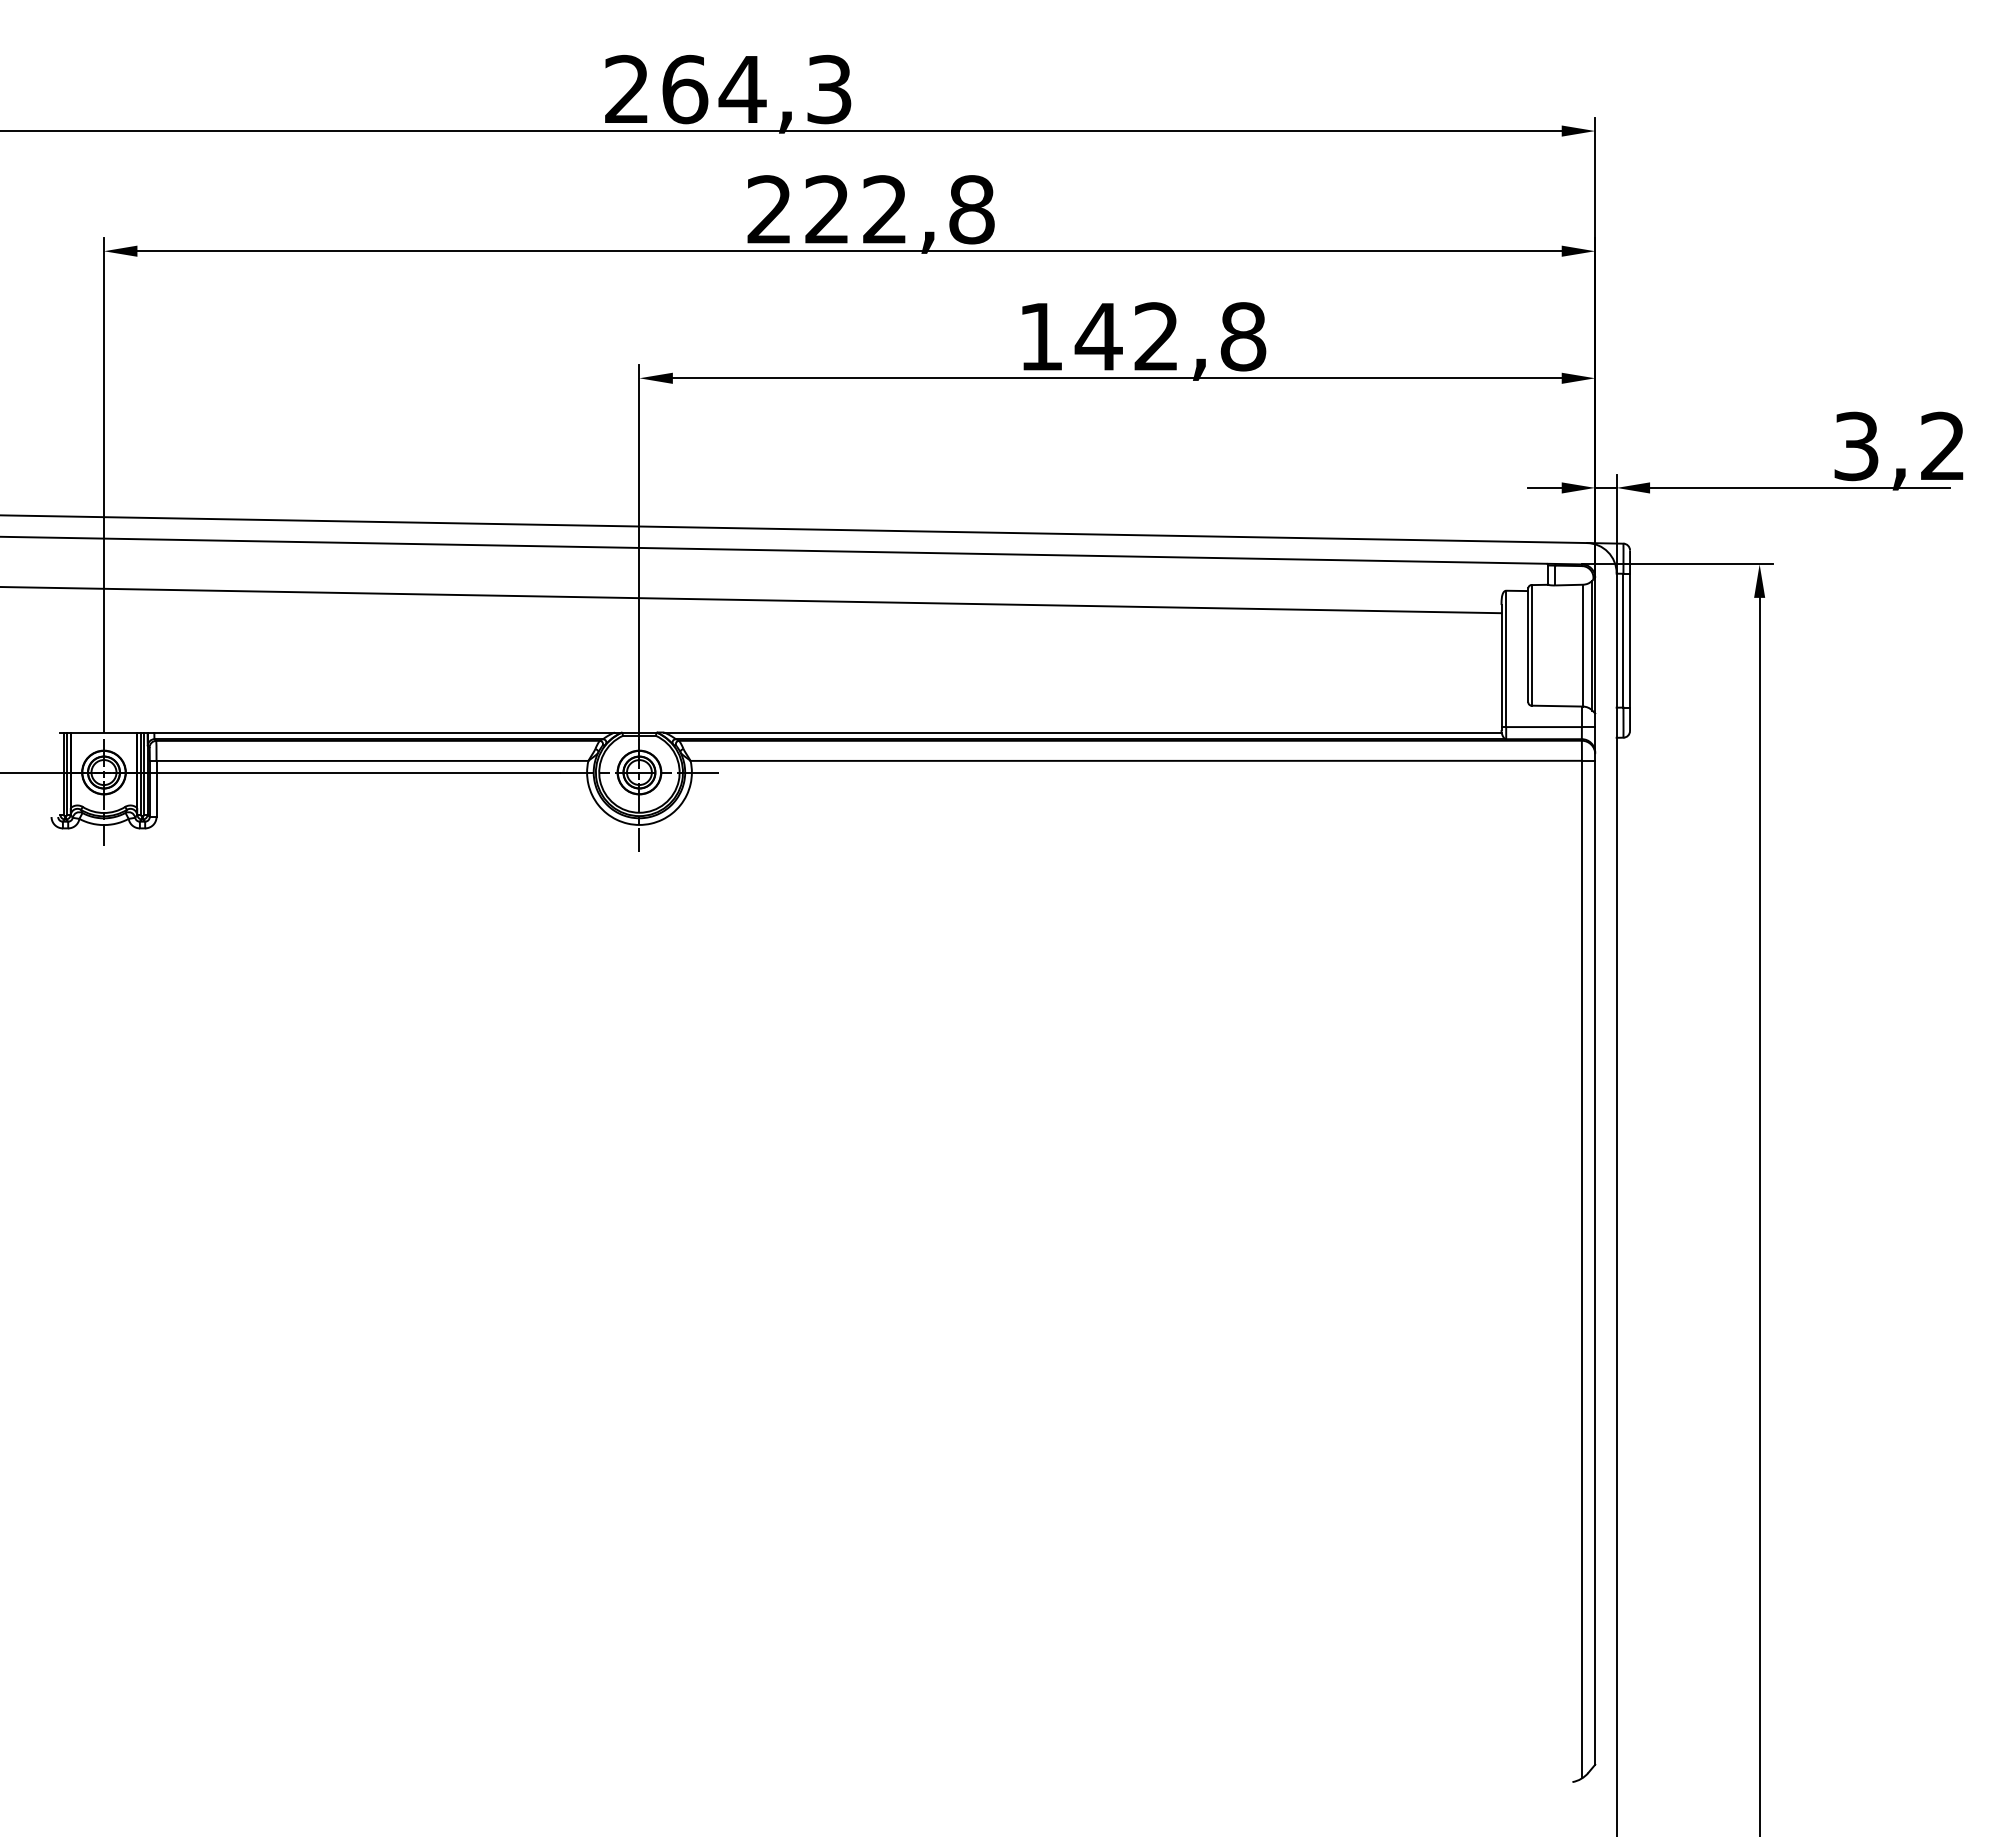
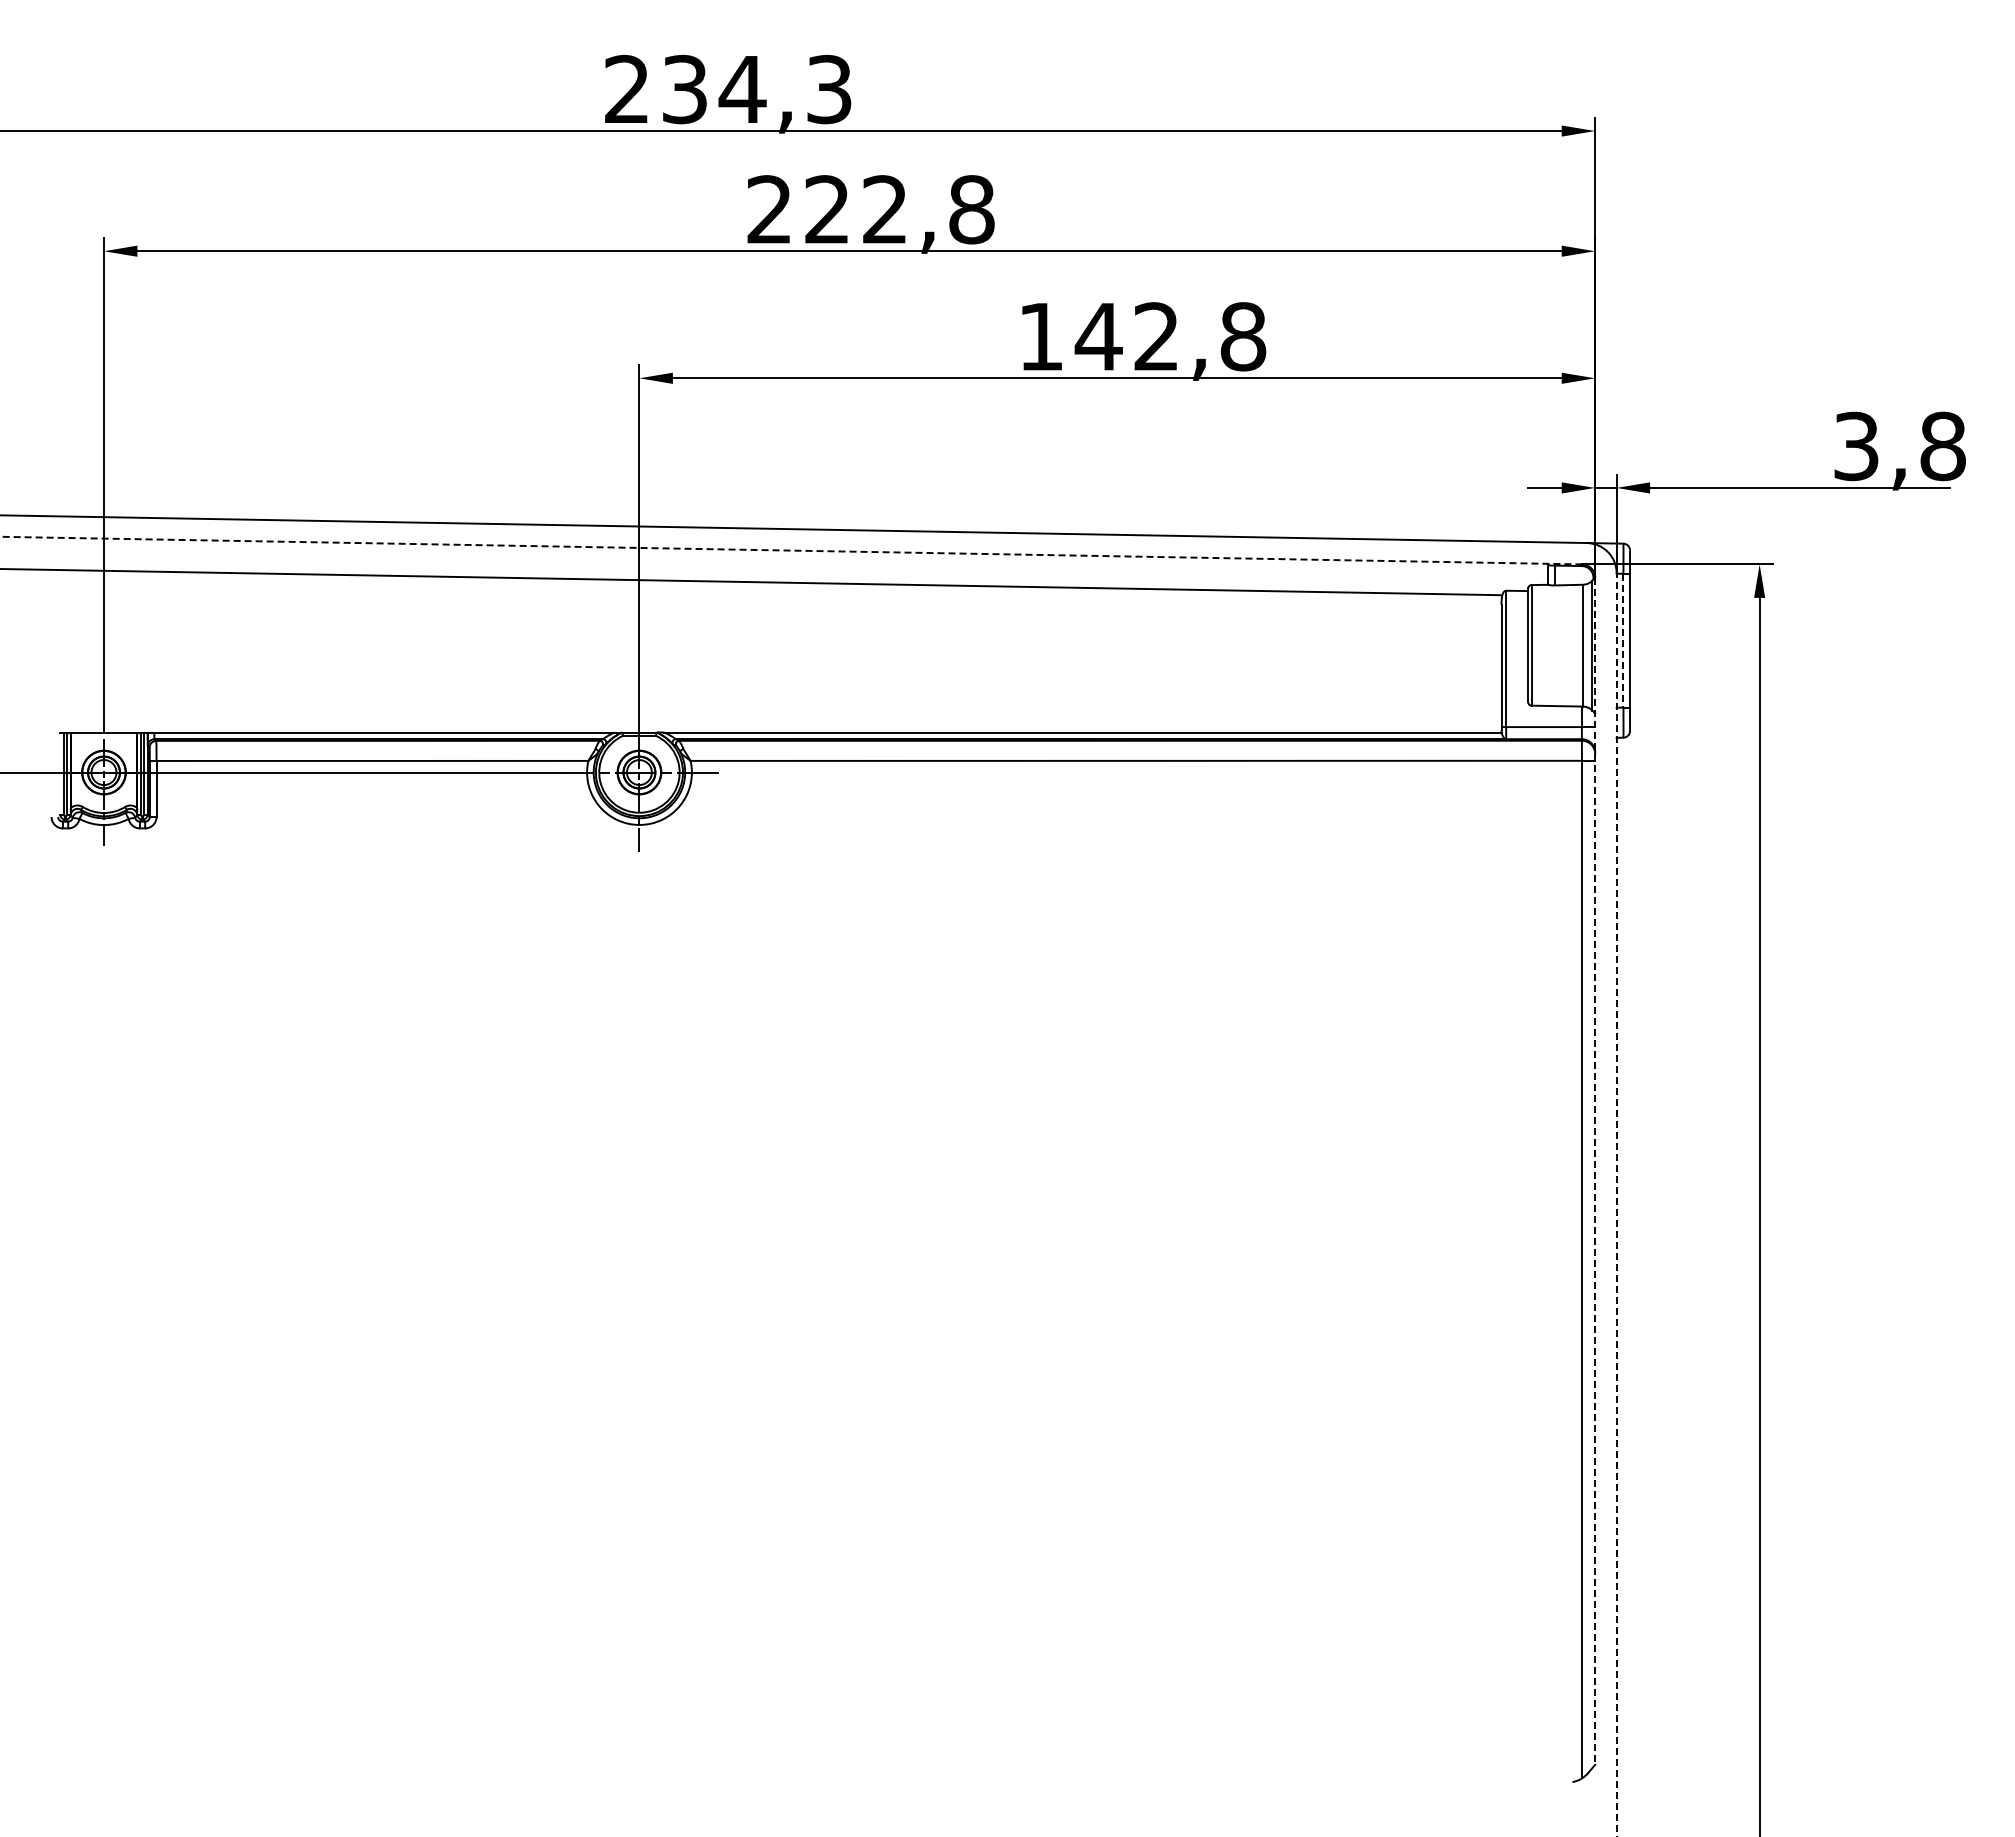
text at (685, 89): 264,3 -> 234,3
text at (1942, 446): 3,2 -> 3,8
line at (791, 550): solid -> dashed
line at (751, 600) position: (751, 600) -> (751, 582)
line at (1623, 640): solid -> dashed
line at (1595, 1171): solid -> dashed
line at (1616, 1205): solid -> dashed
